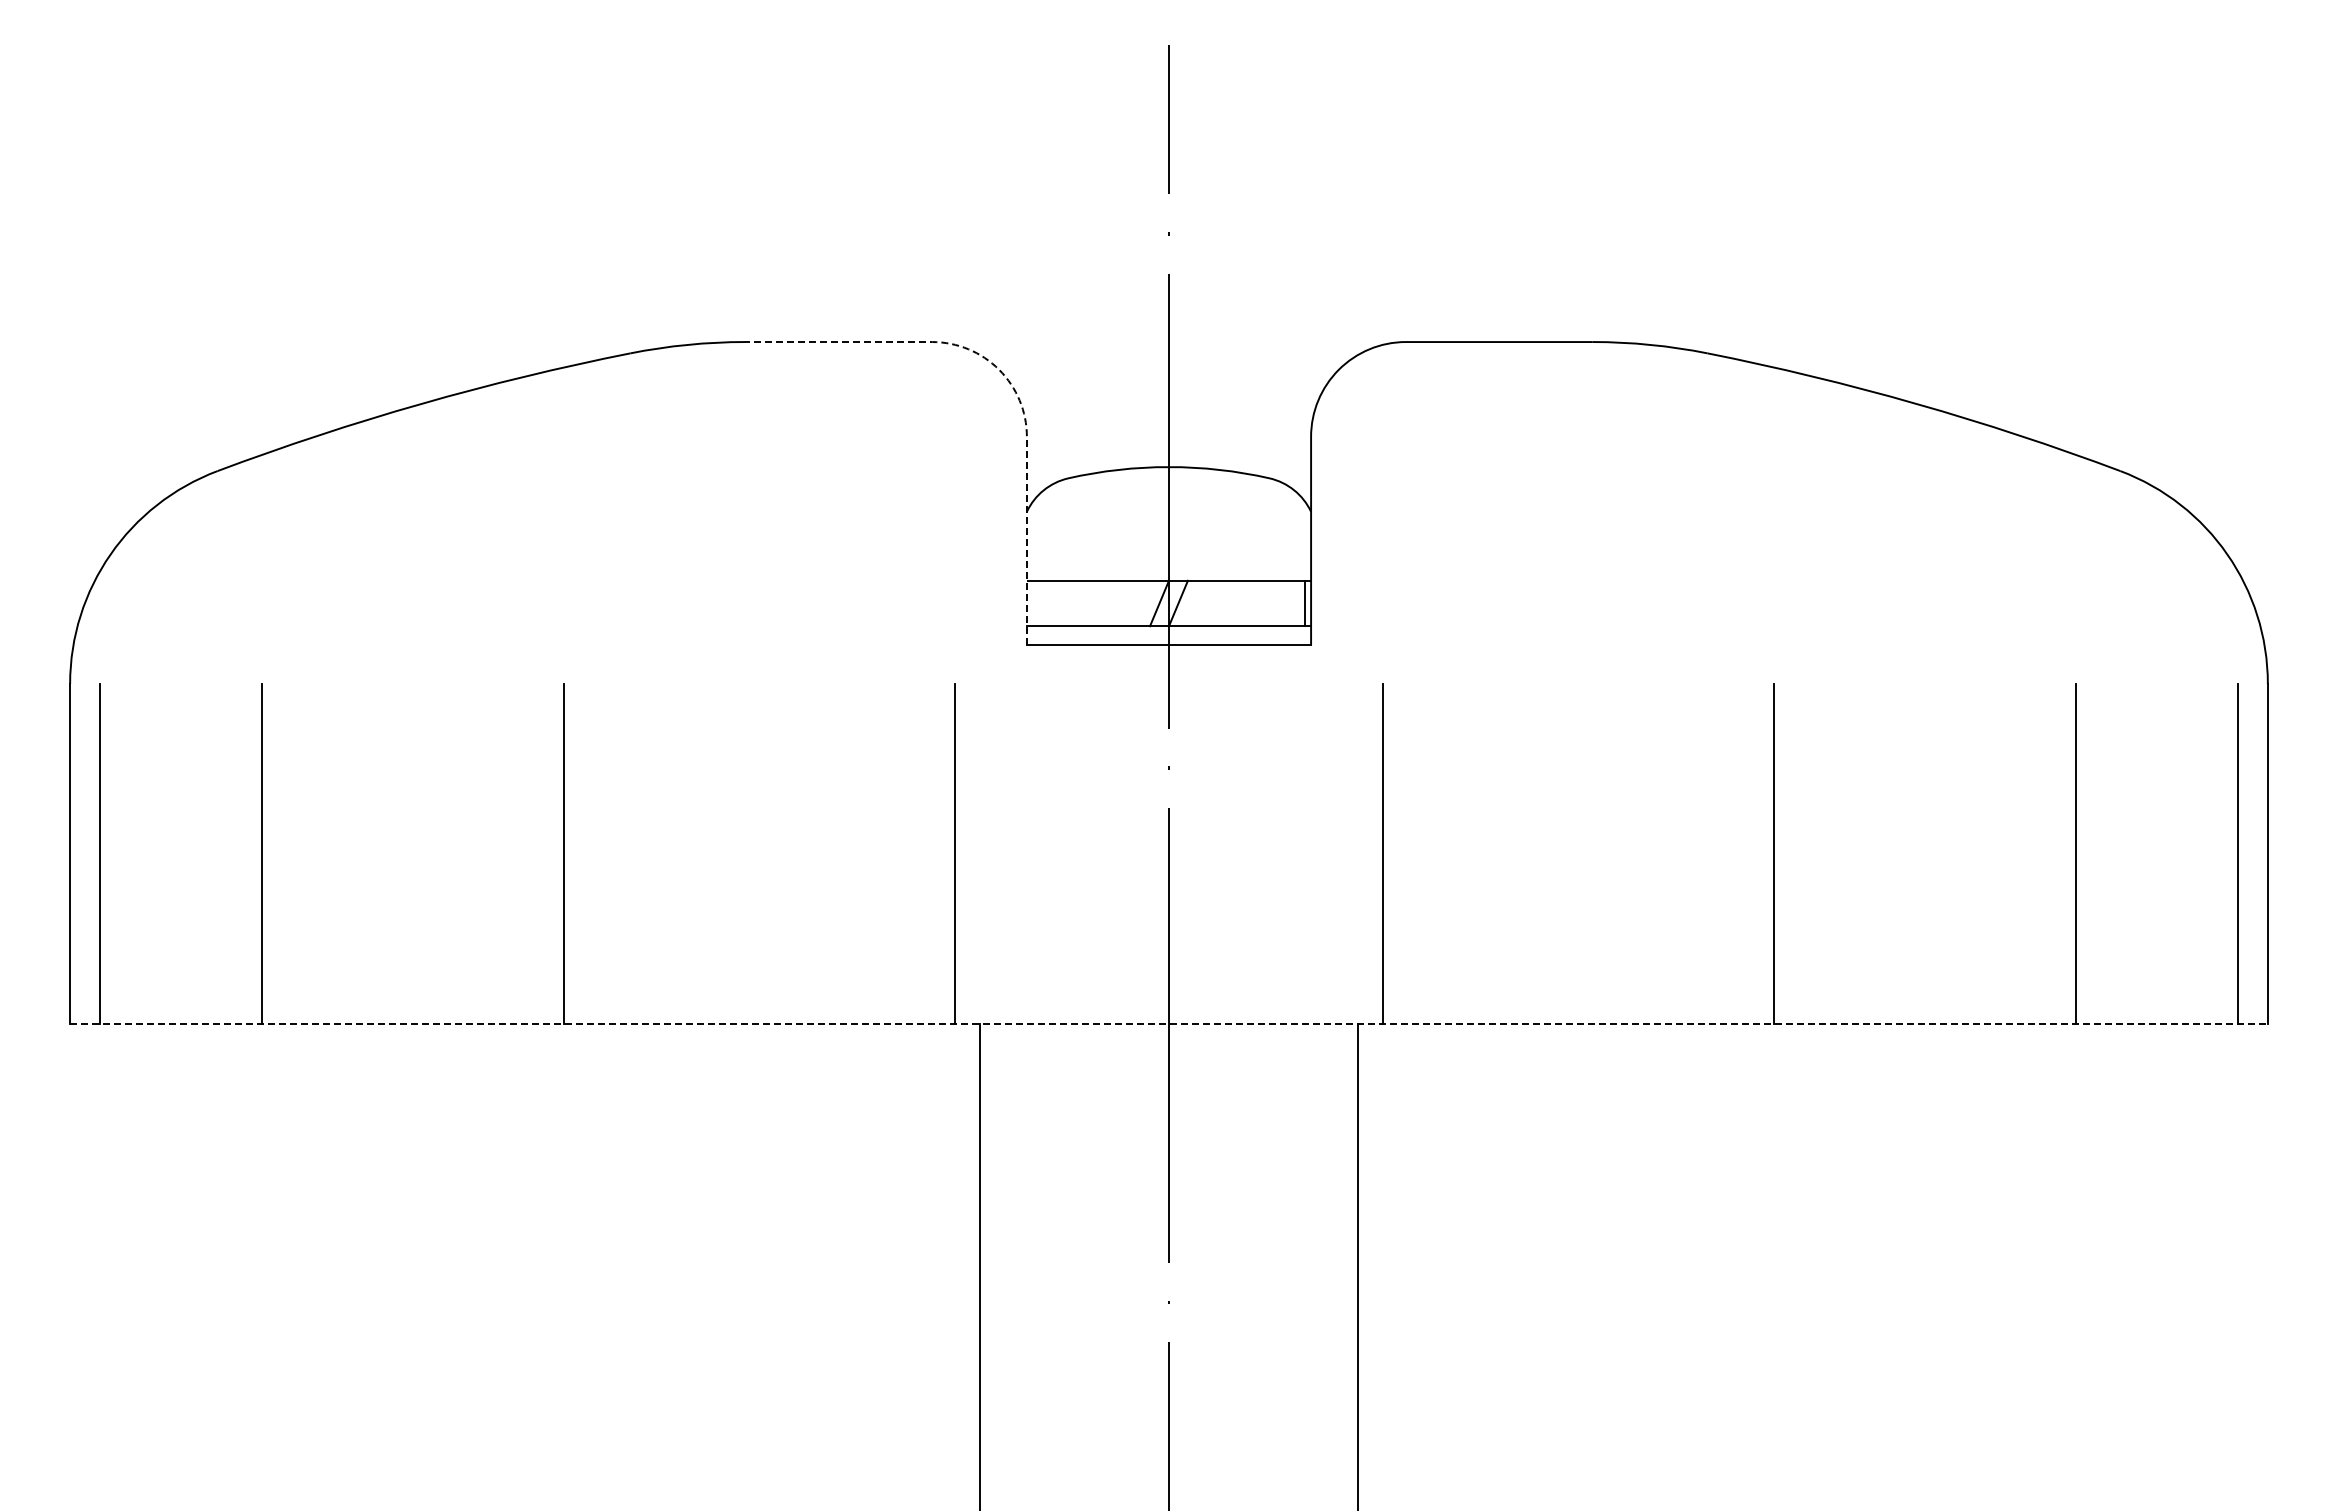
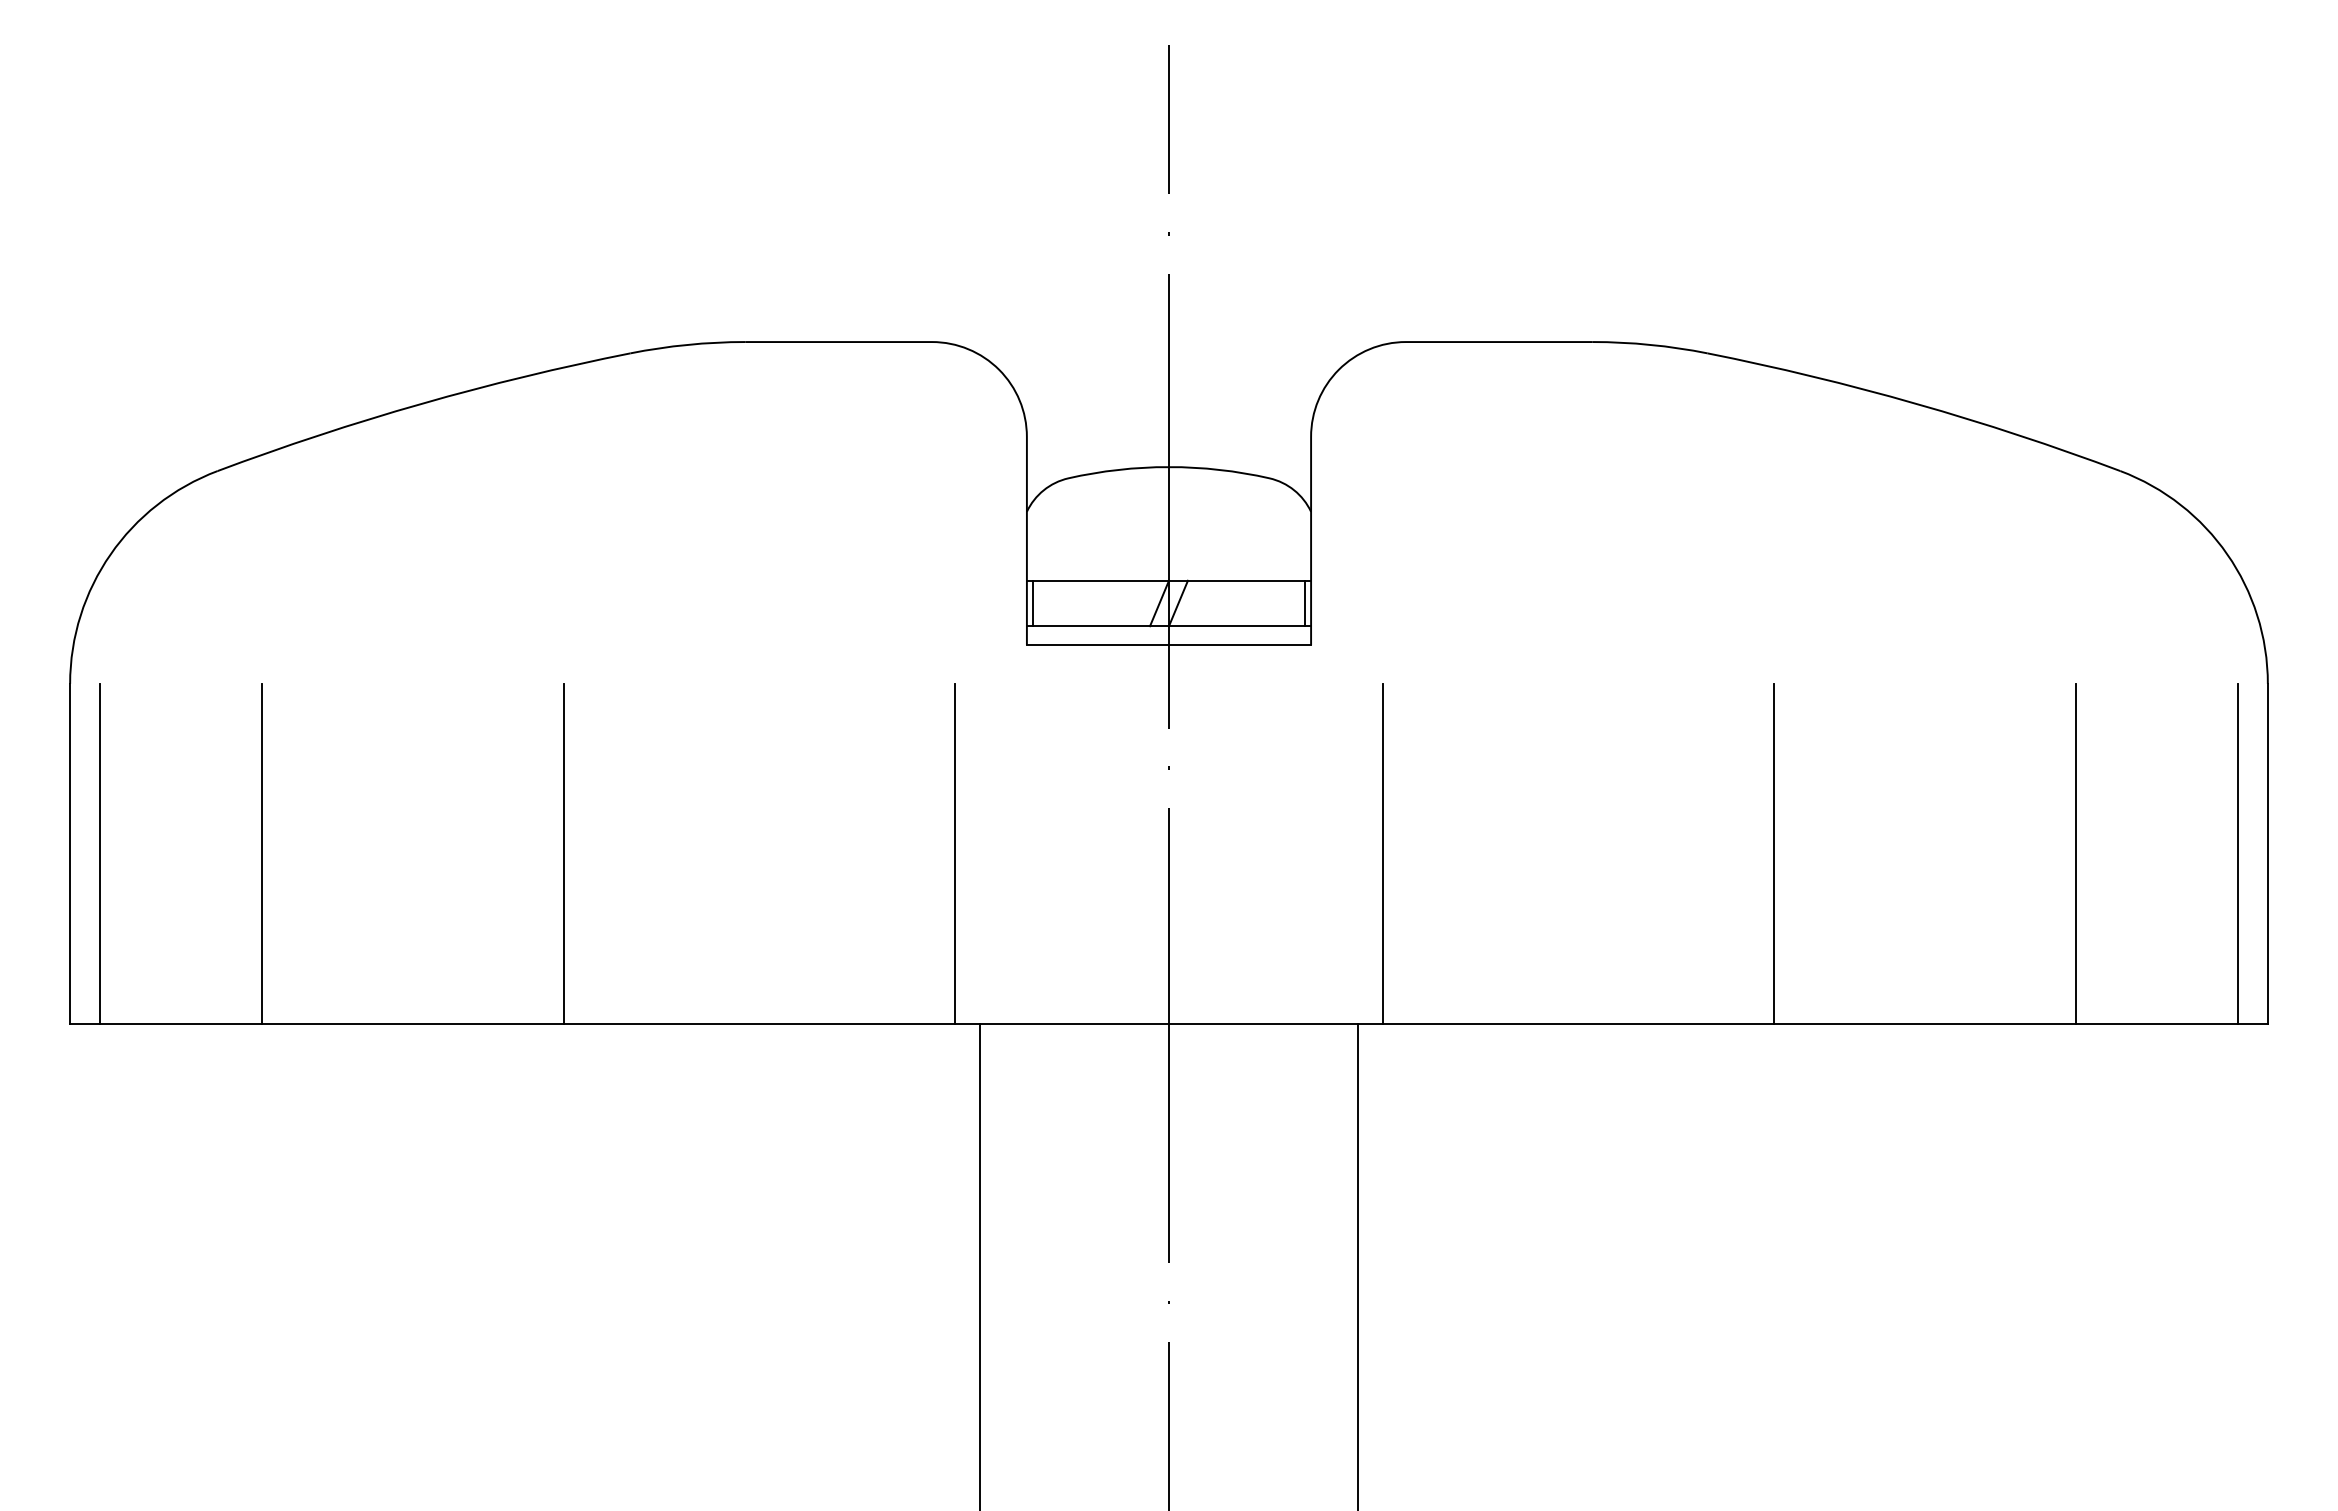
line at (1005, 376): dashed -> solid
line at (1032, 603): none -> present
line at (1169, 1024): dashed -> solid
